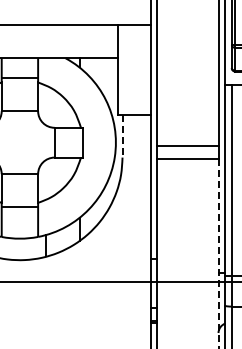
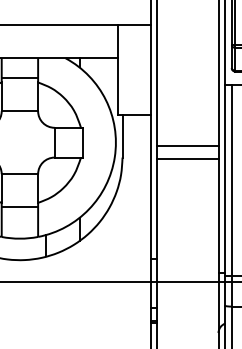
line at (122, 136): dashed -> solid
line at (218, 253): dashed -> solid
